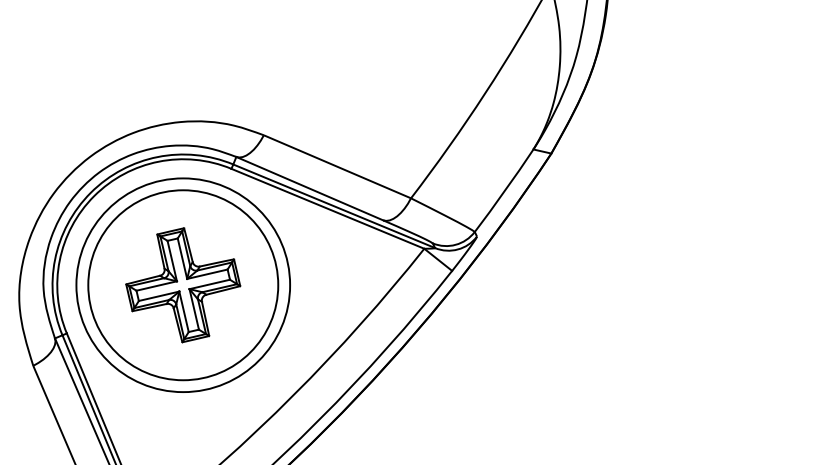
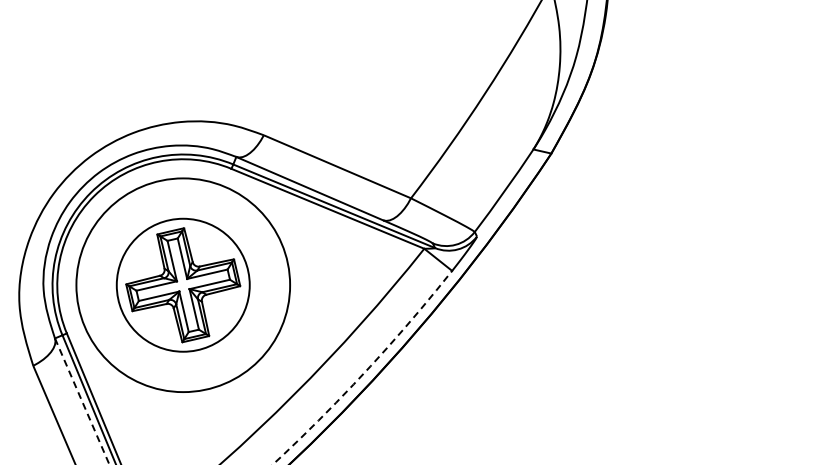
circle at (183, 285) diameter: 190 px -> 133 px
arc at (365, 371): solid -> dashed
line at (82, 401): solid -> dashed
